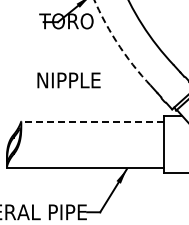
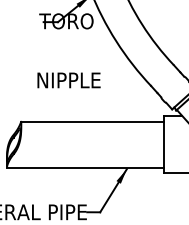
arc at (118, 45): dashed -> solid
line at (92, 121): dashed -> solid
